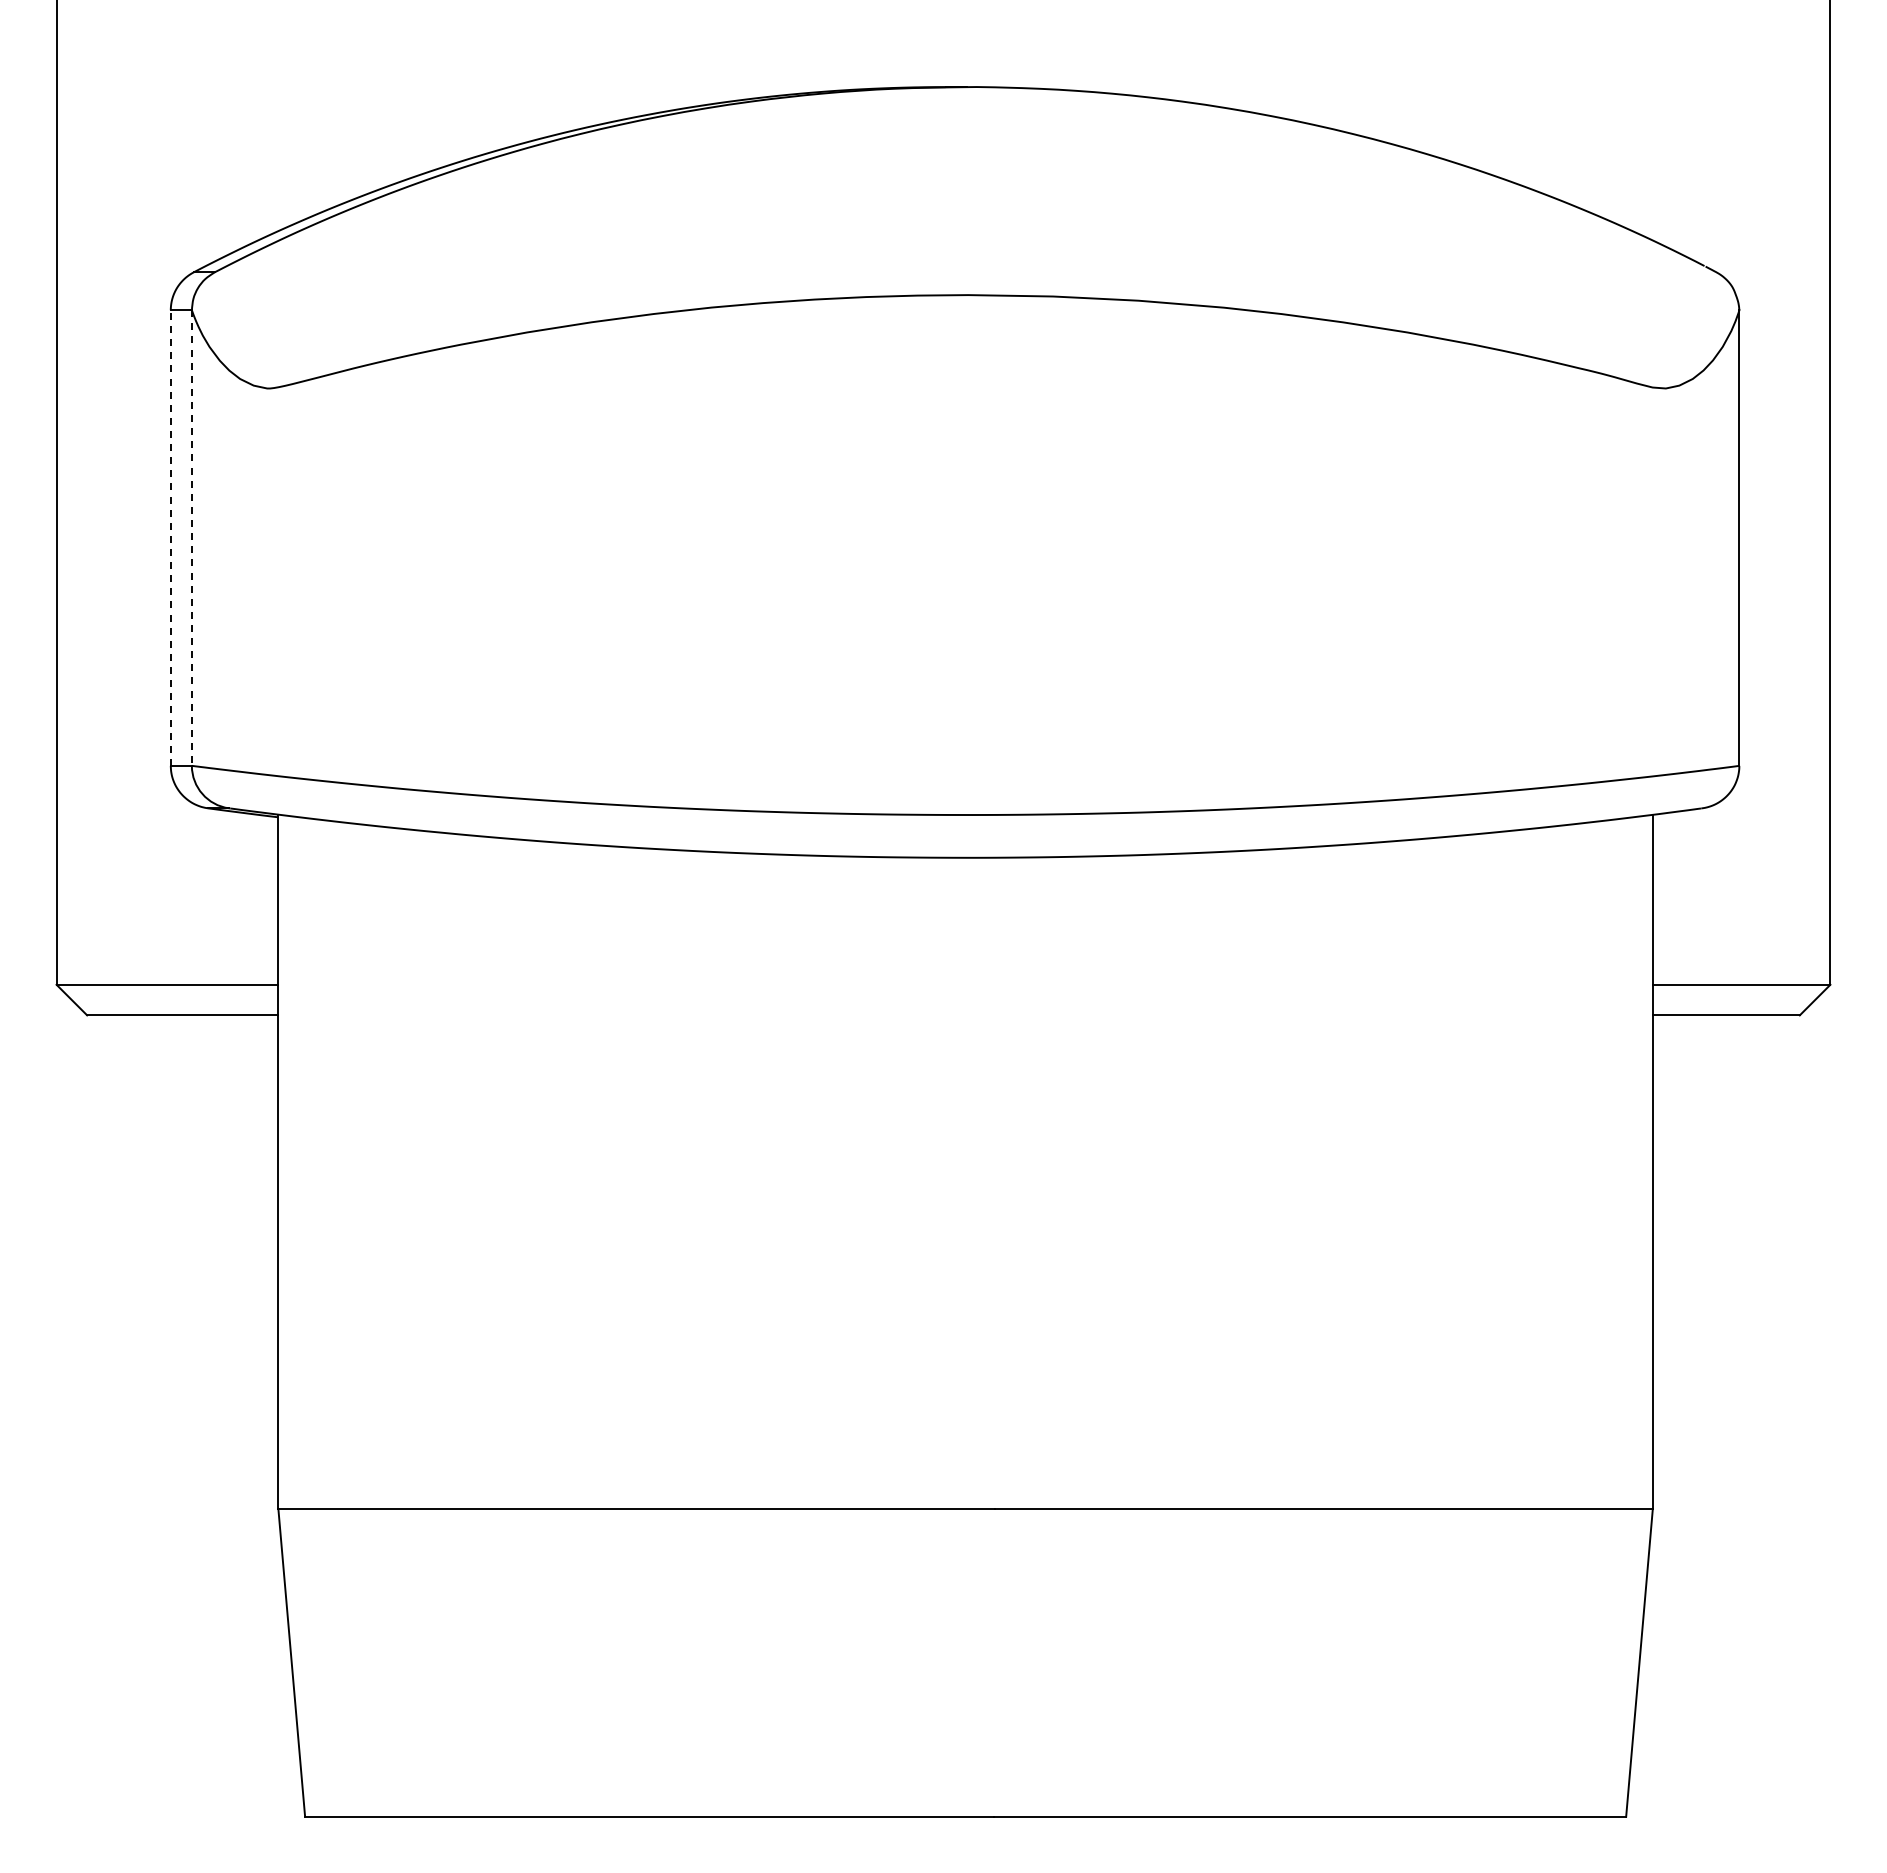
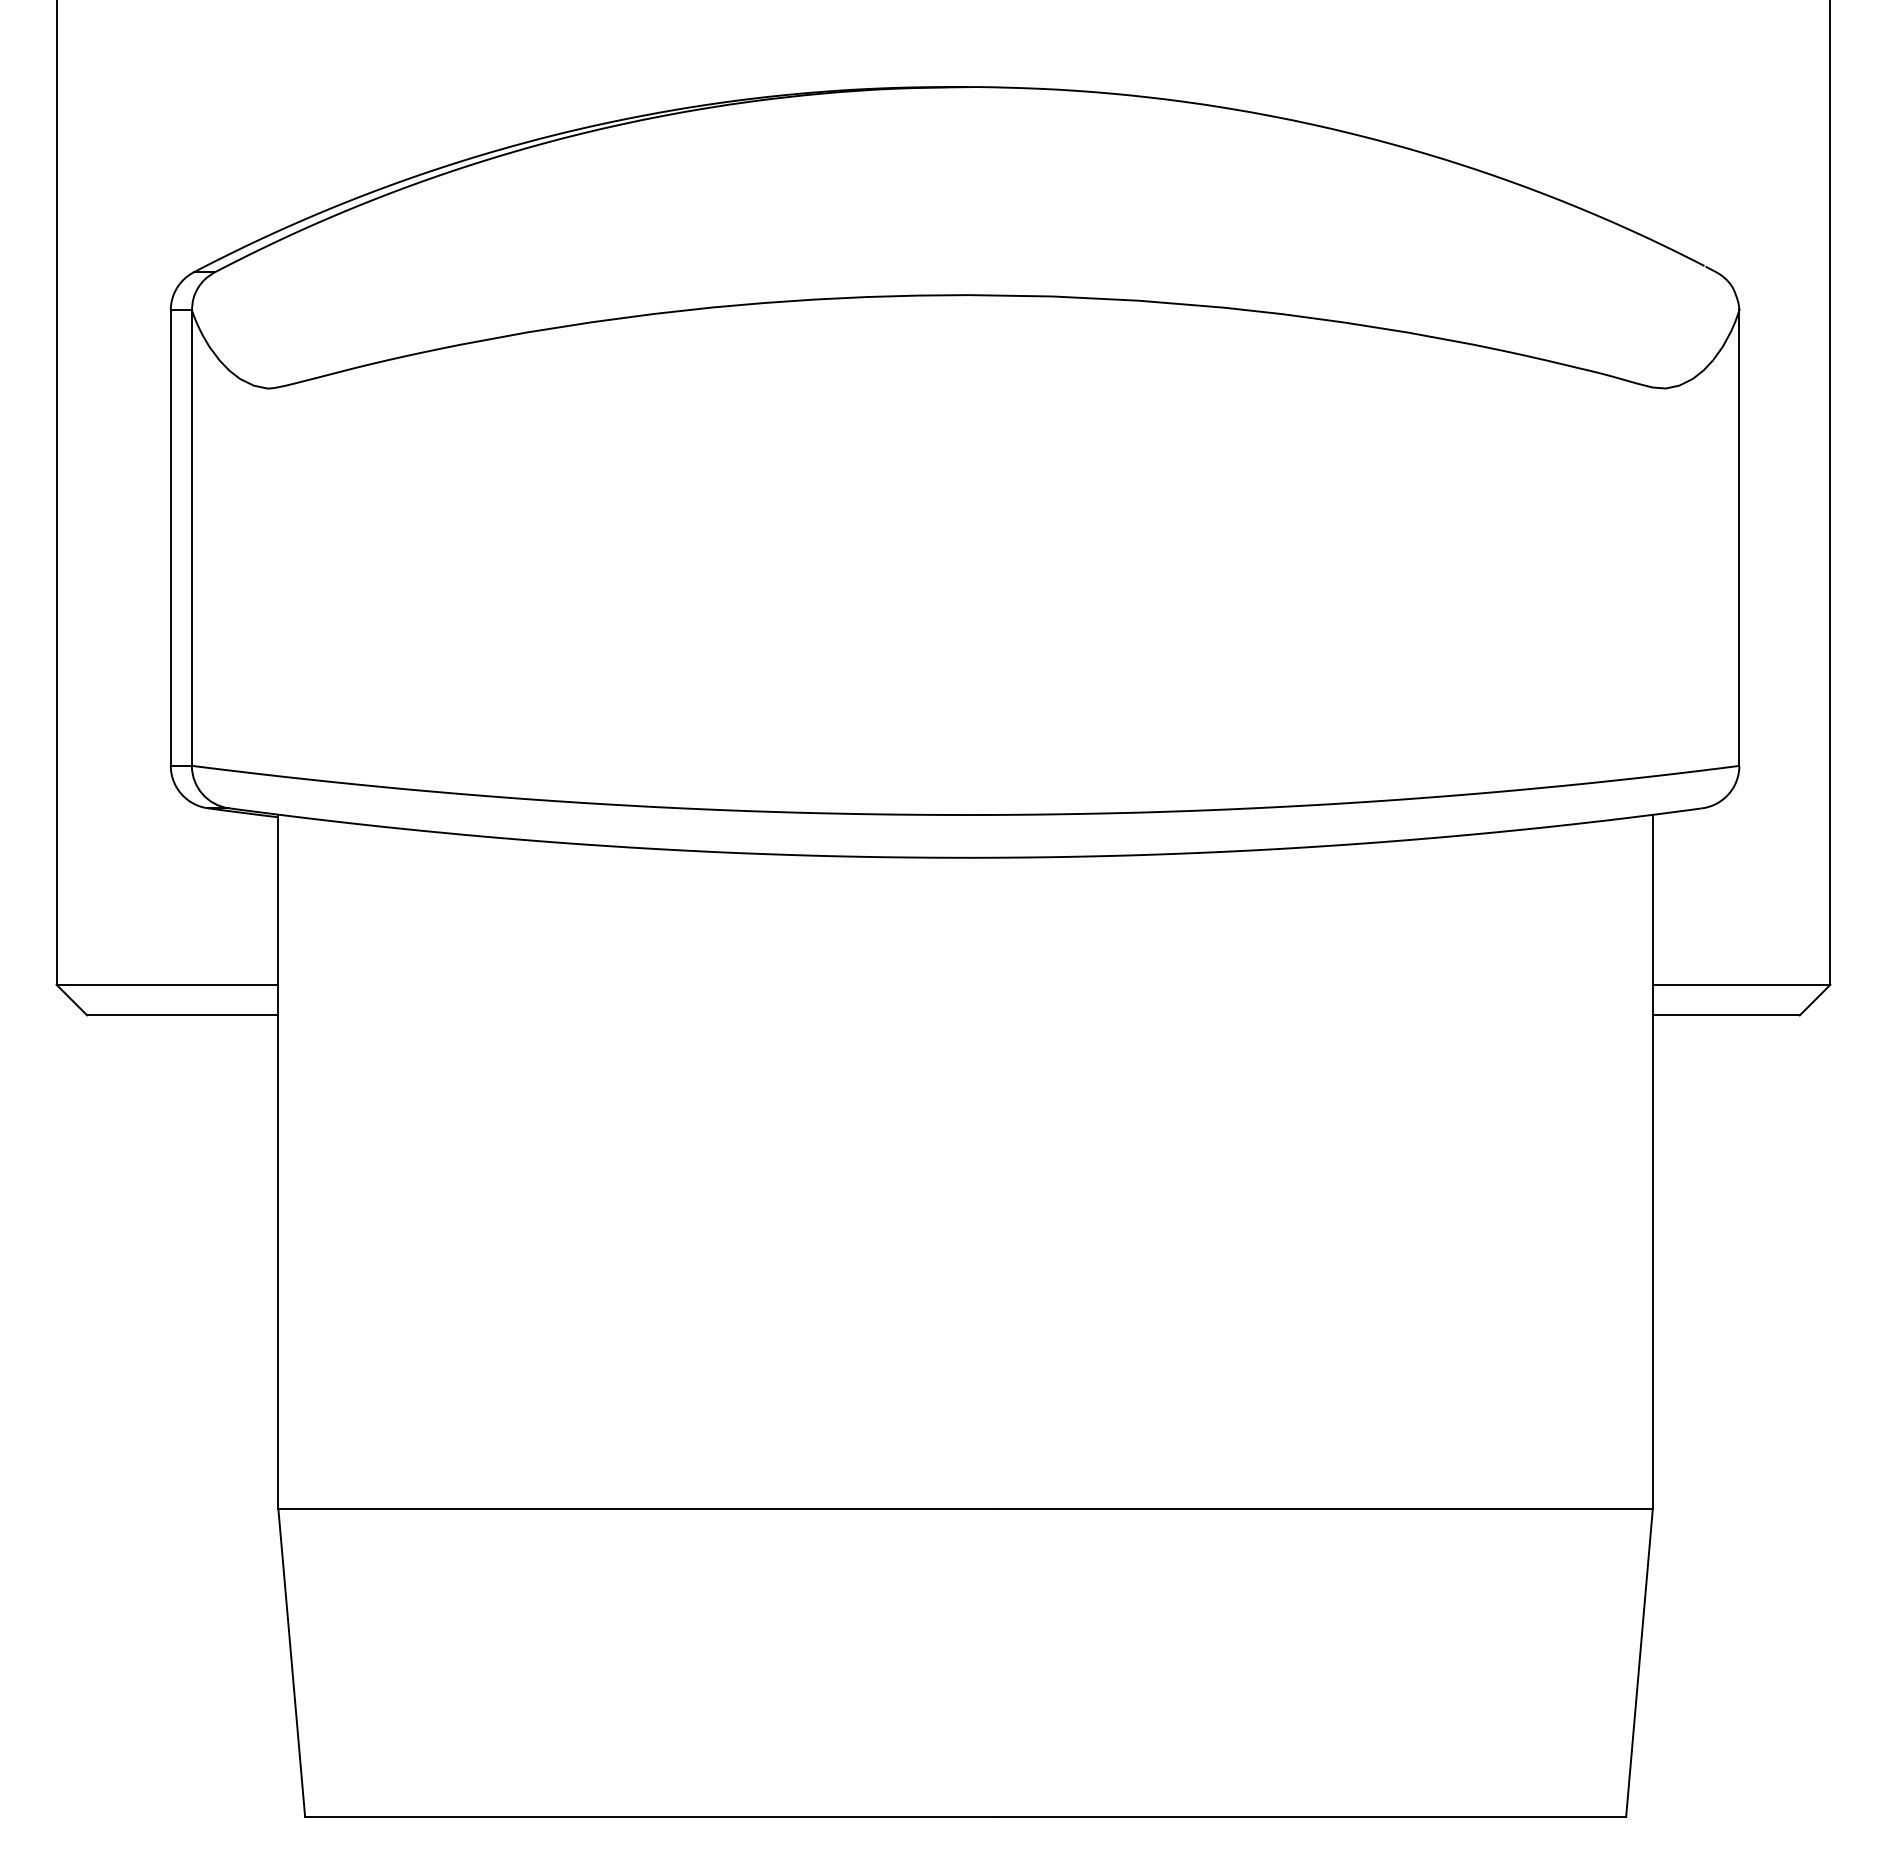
line at (170, 538): dashed -> solid
line at (191, 538): dashed -> solid
